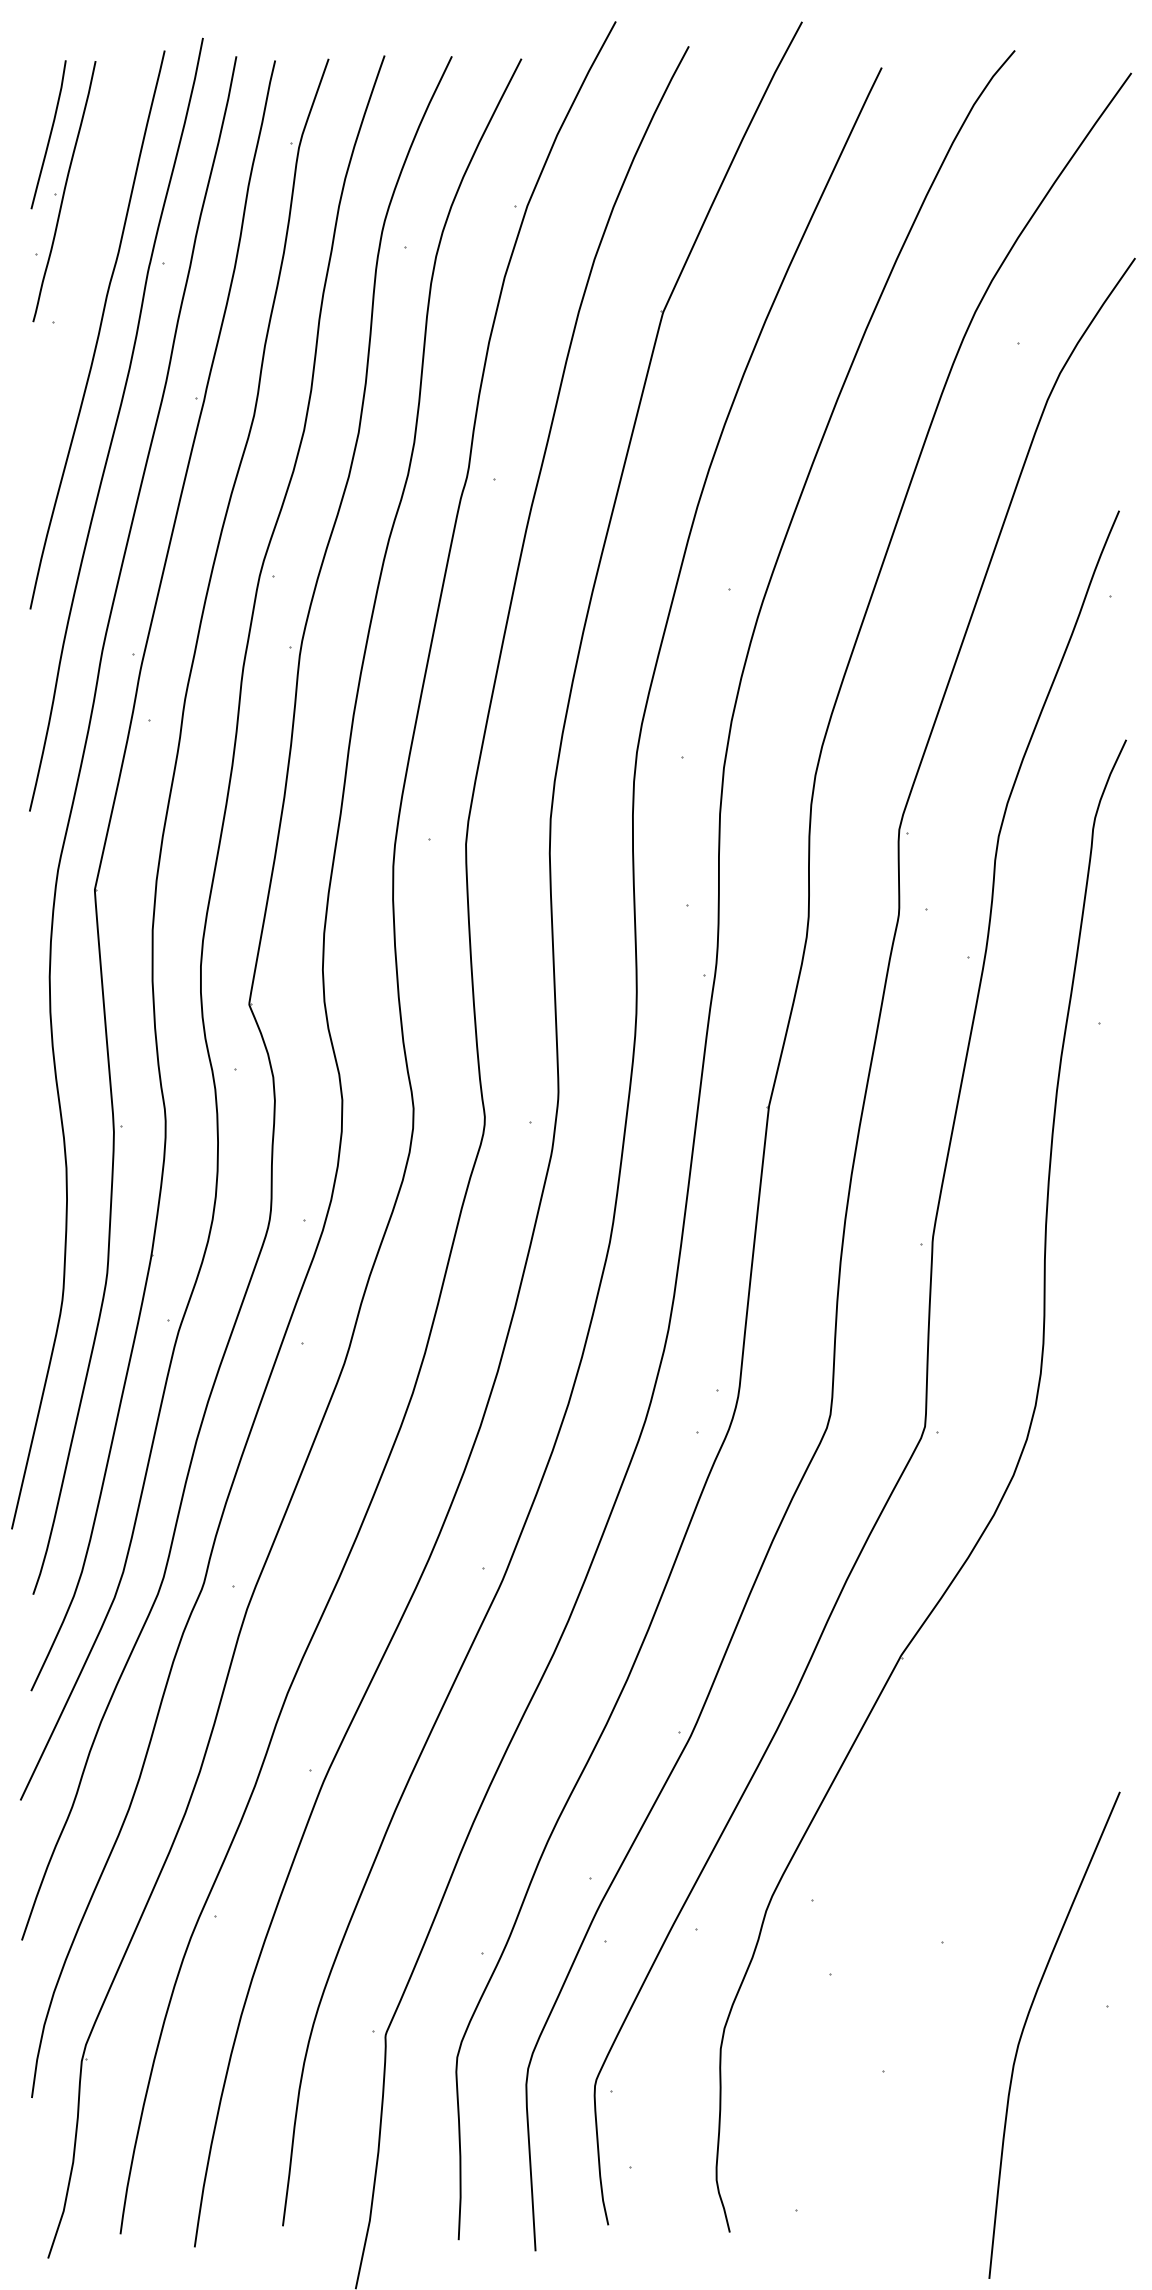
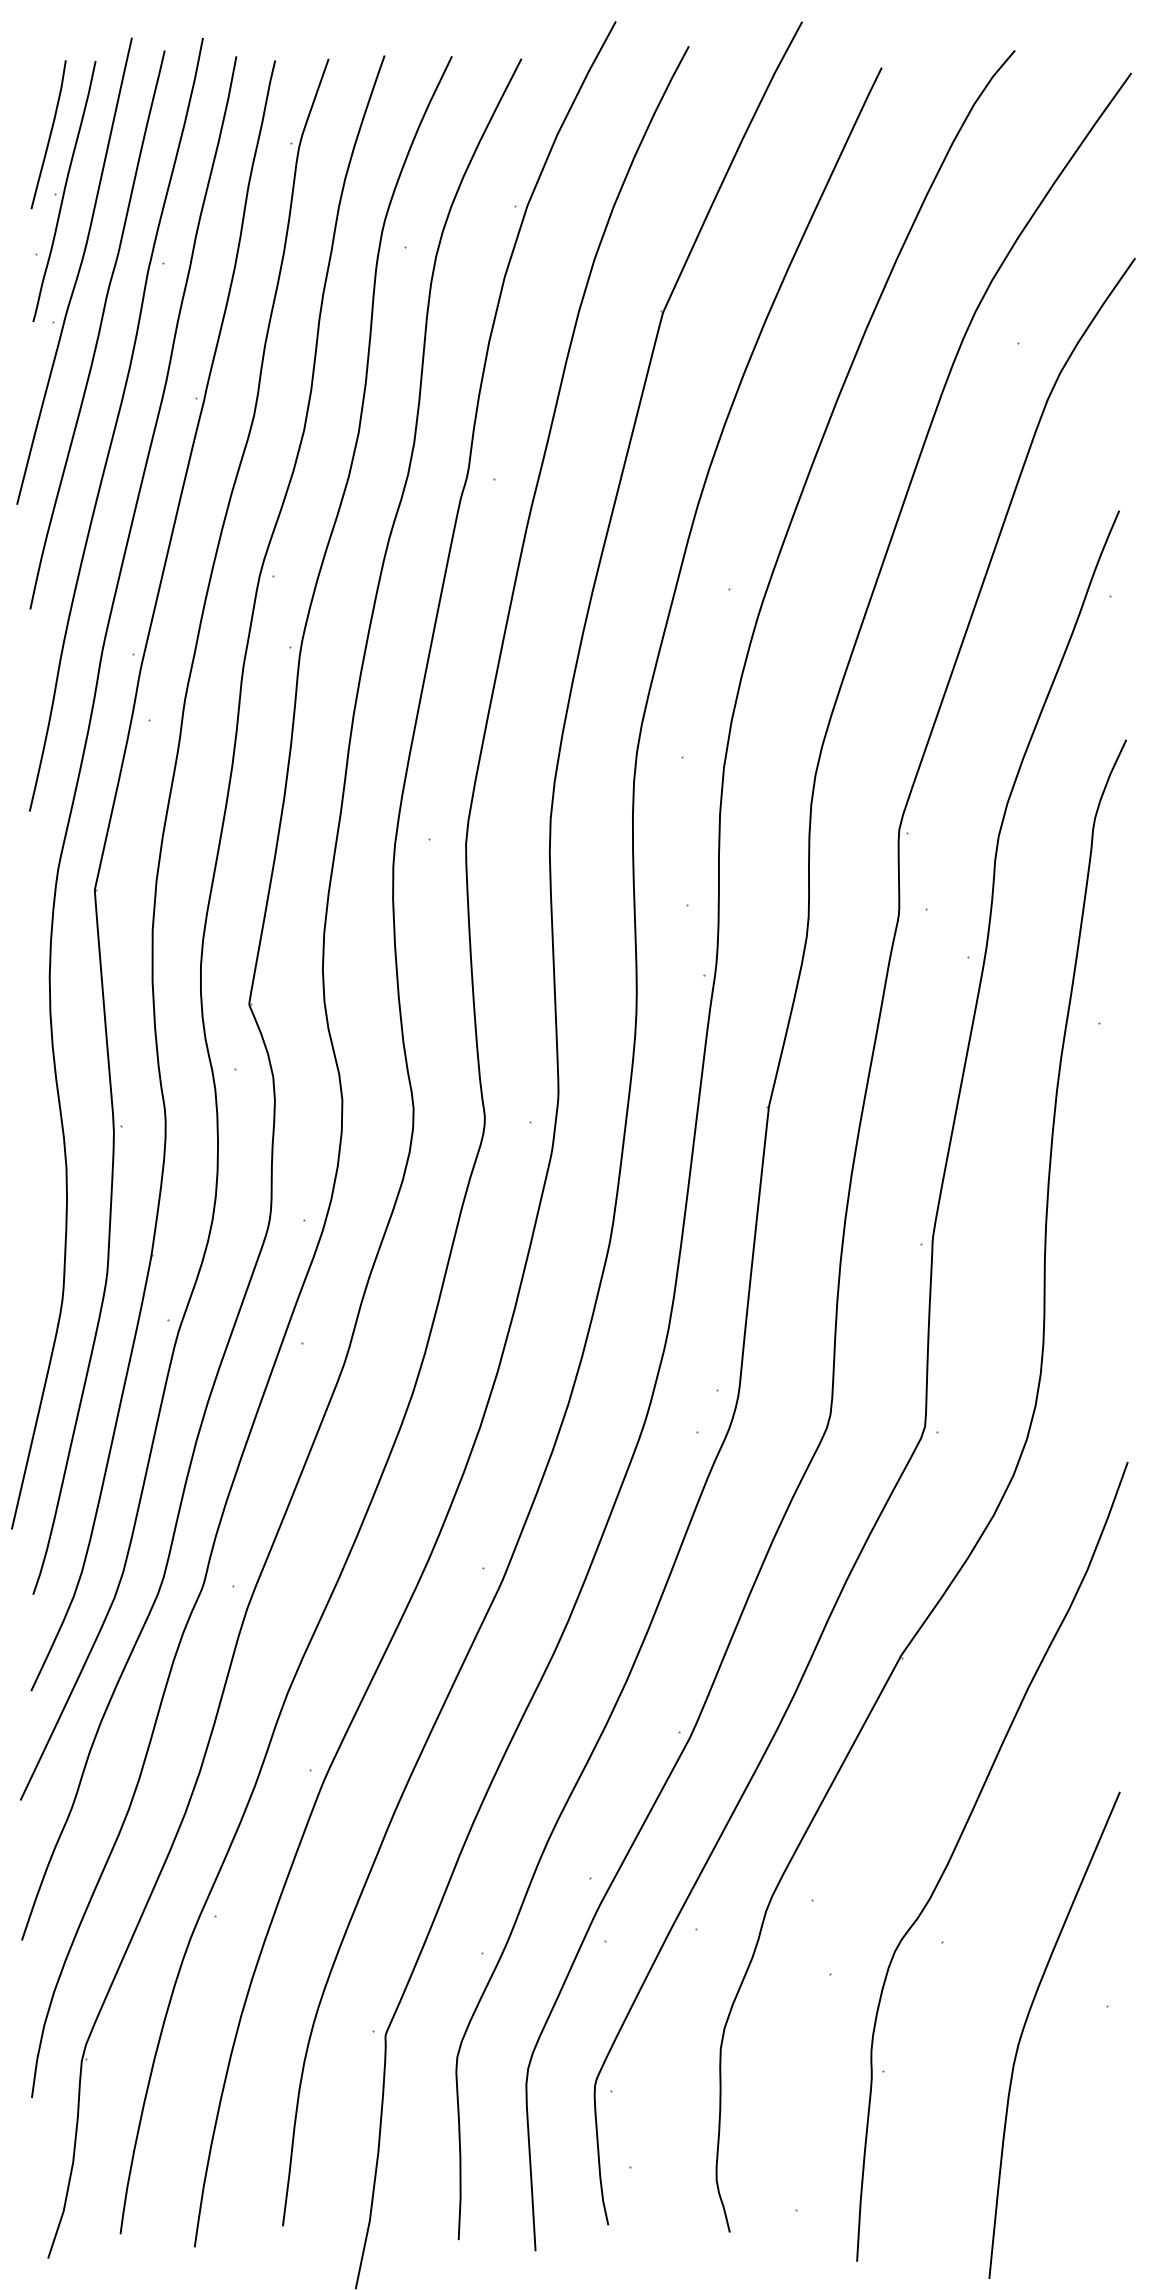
curve at (77, 272): none -> present
curve at (956, 1848): none -> present
